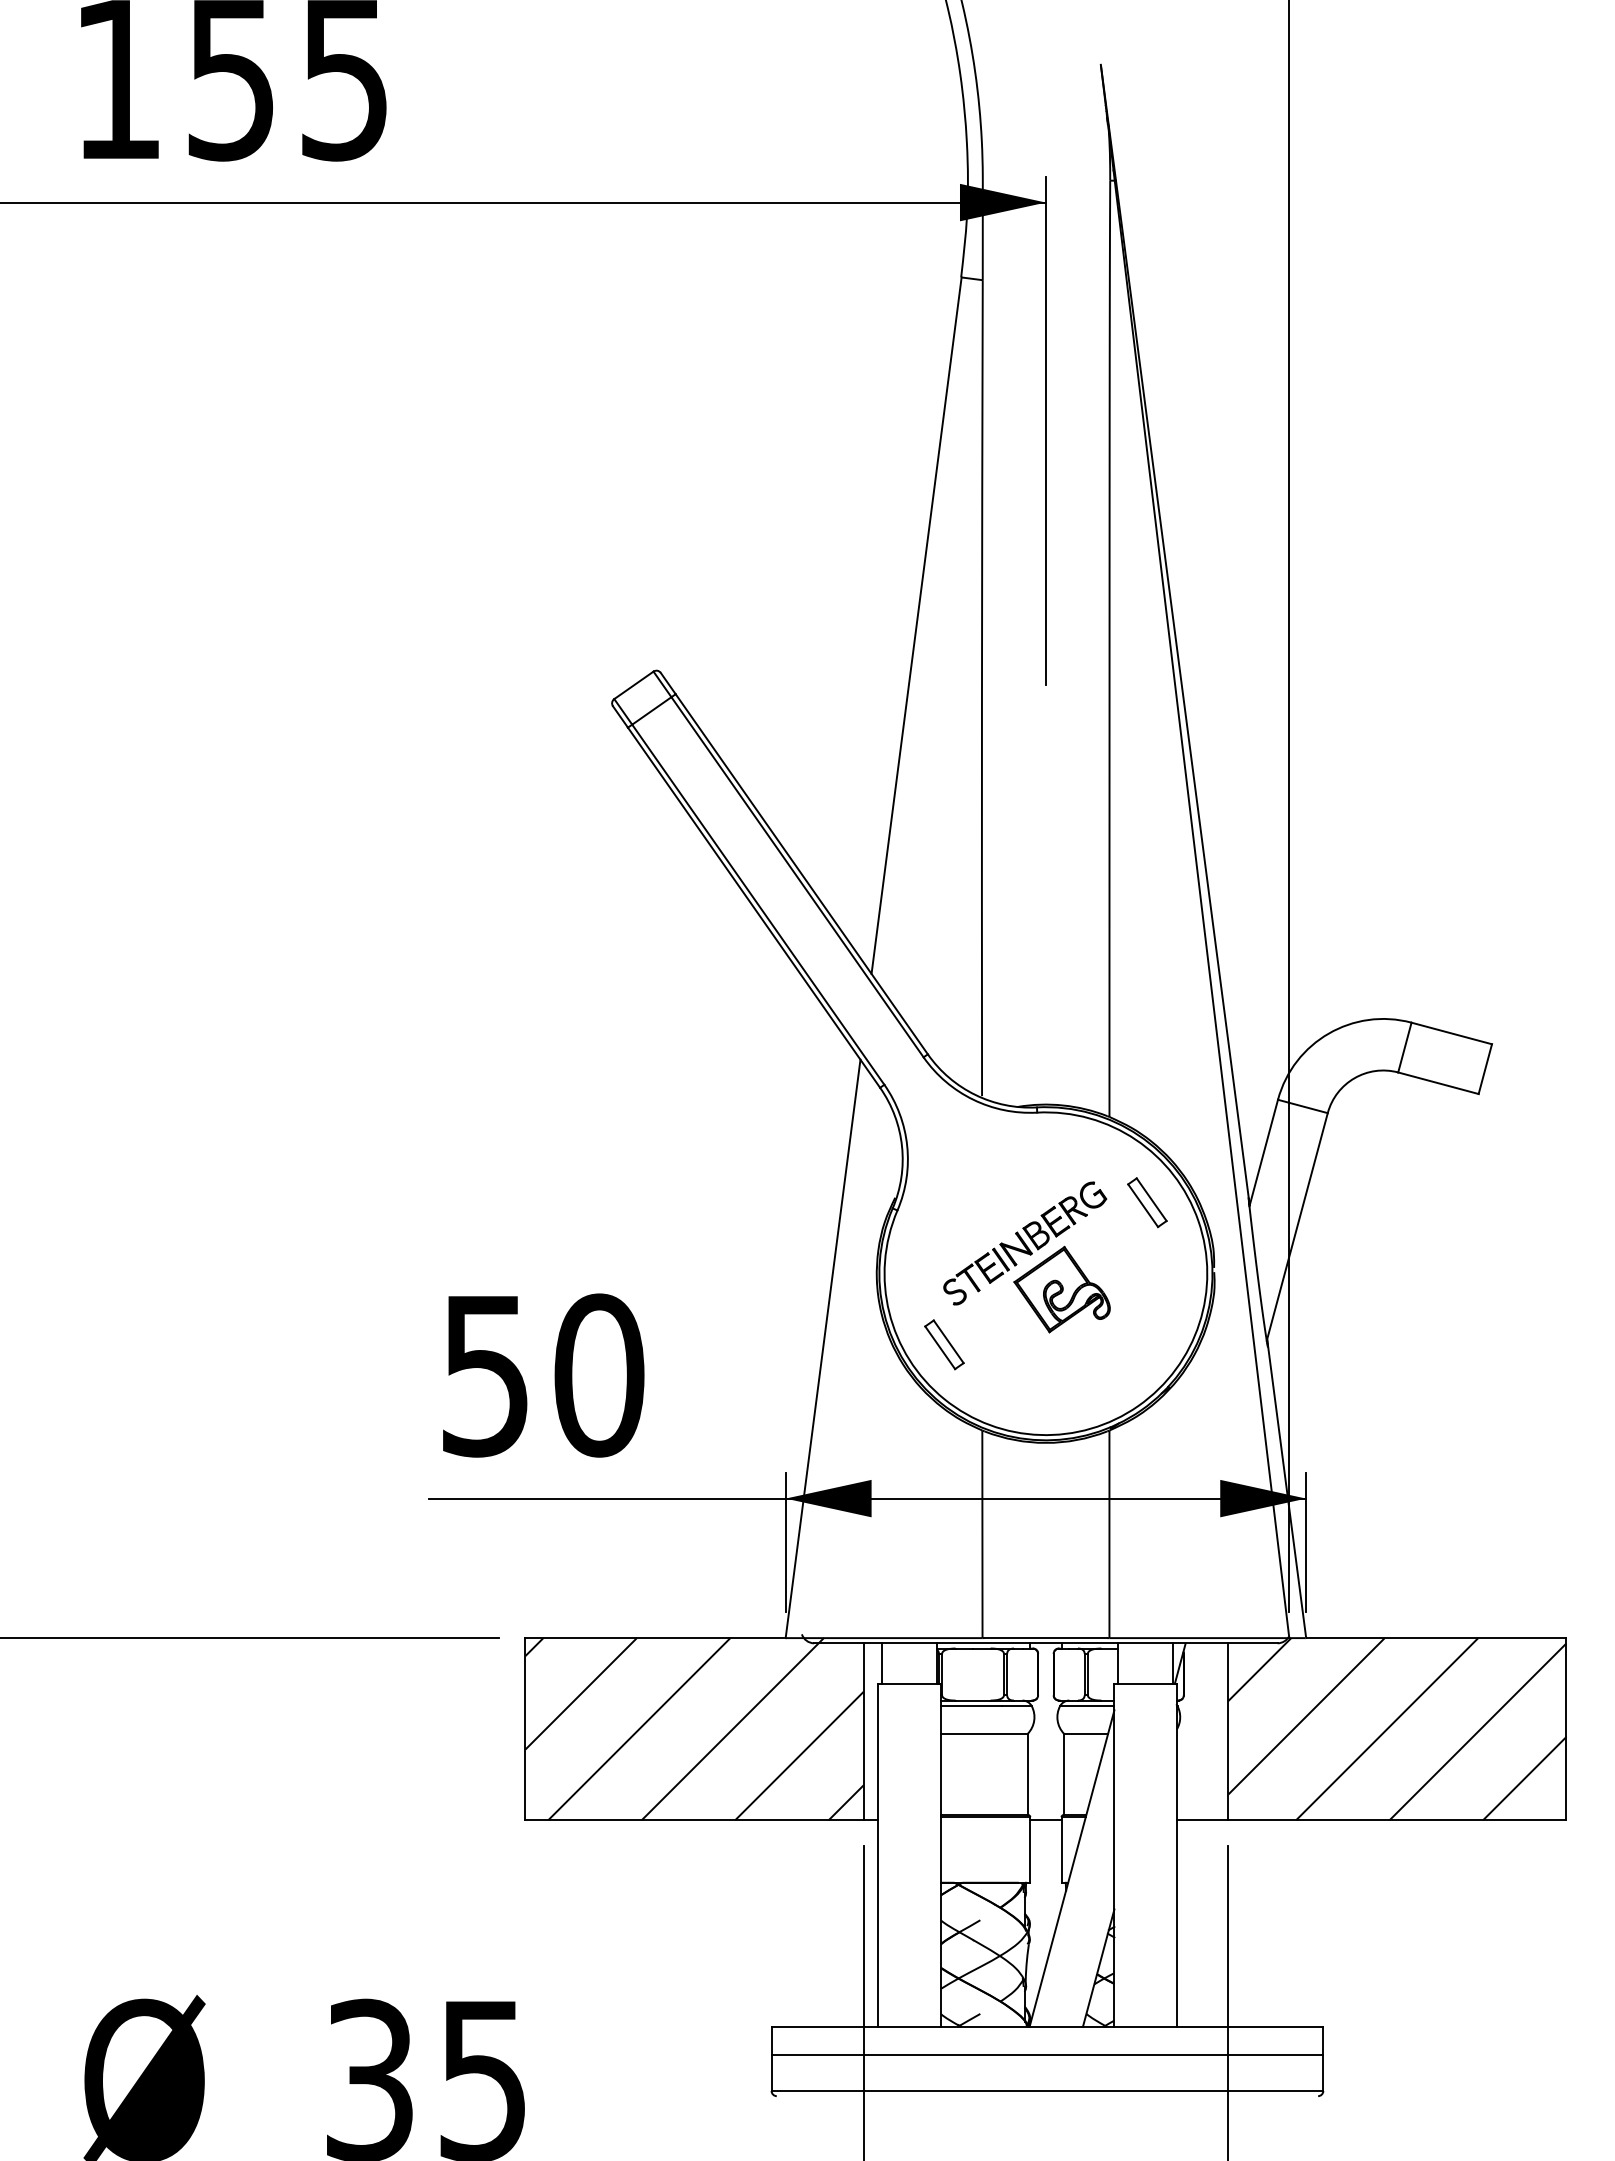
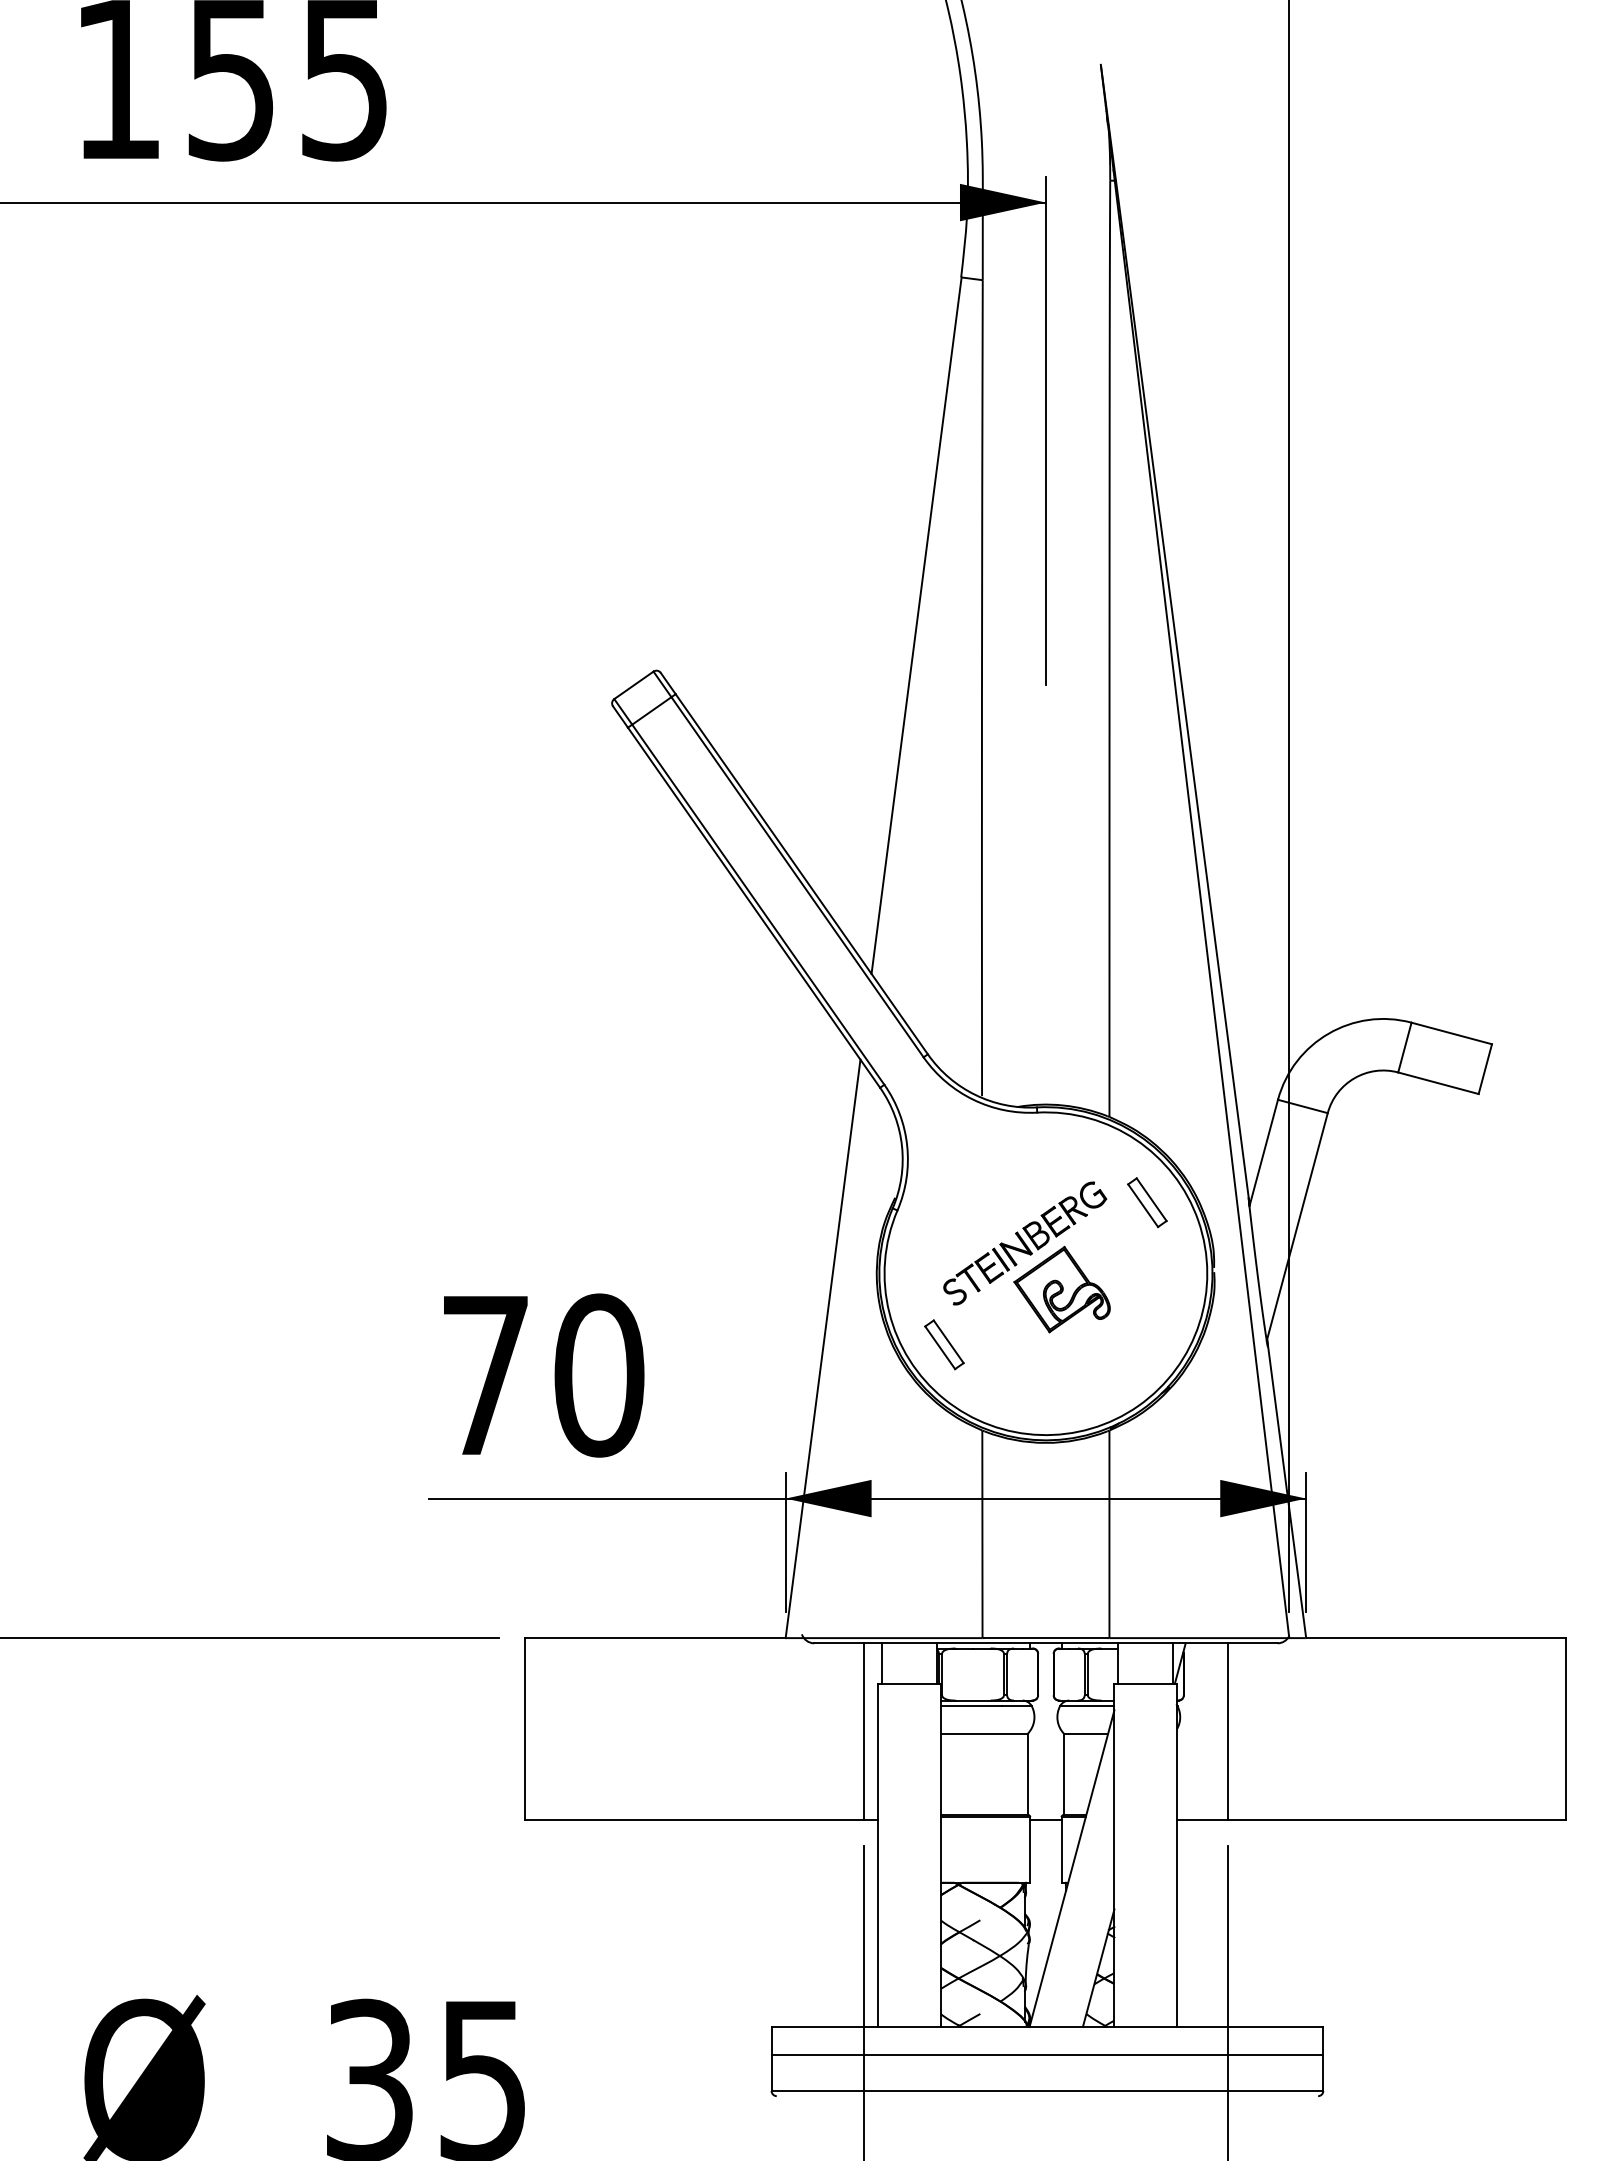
text at (485, 1376): 50 -> 70
hatch at (694, 1729): present -> none
hatch at (1397, 1729): present -> none
